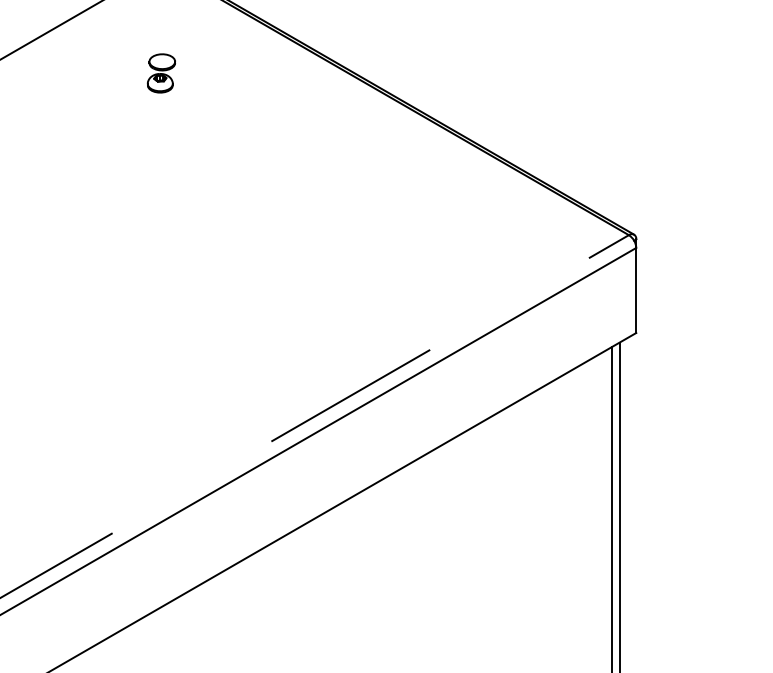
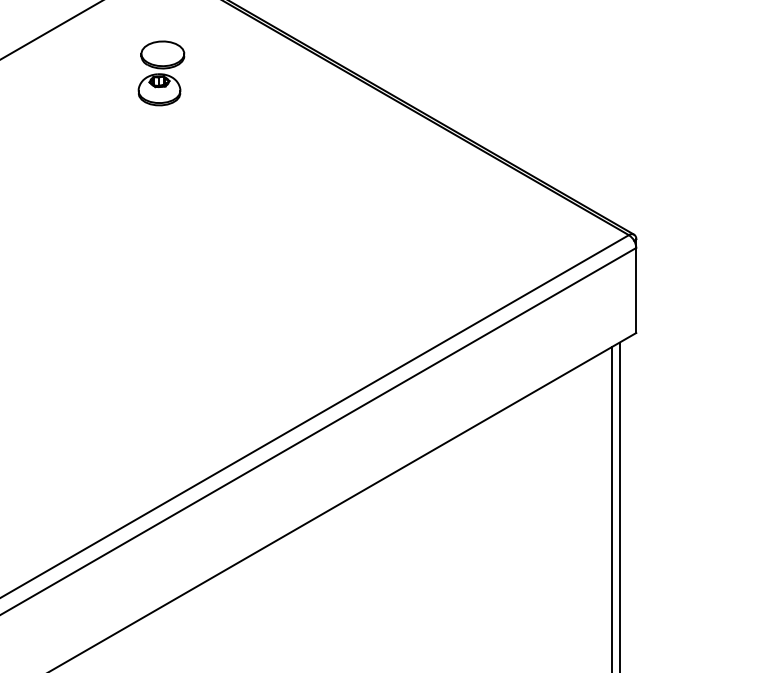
part at (160, 73) size: 30x41 px -> 49x67 px
line at (314, 416): dashed -> solid
